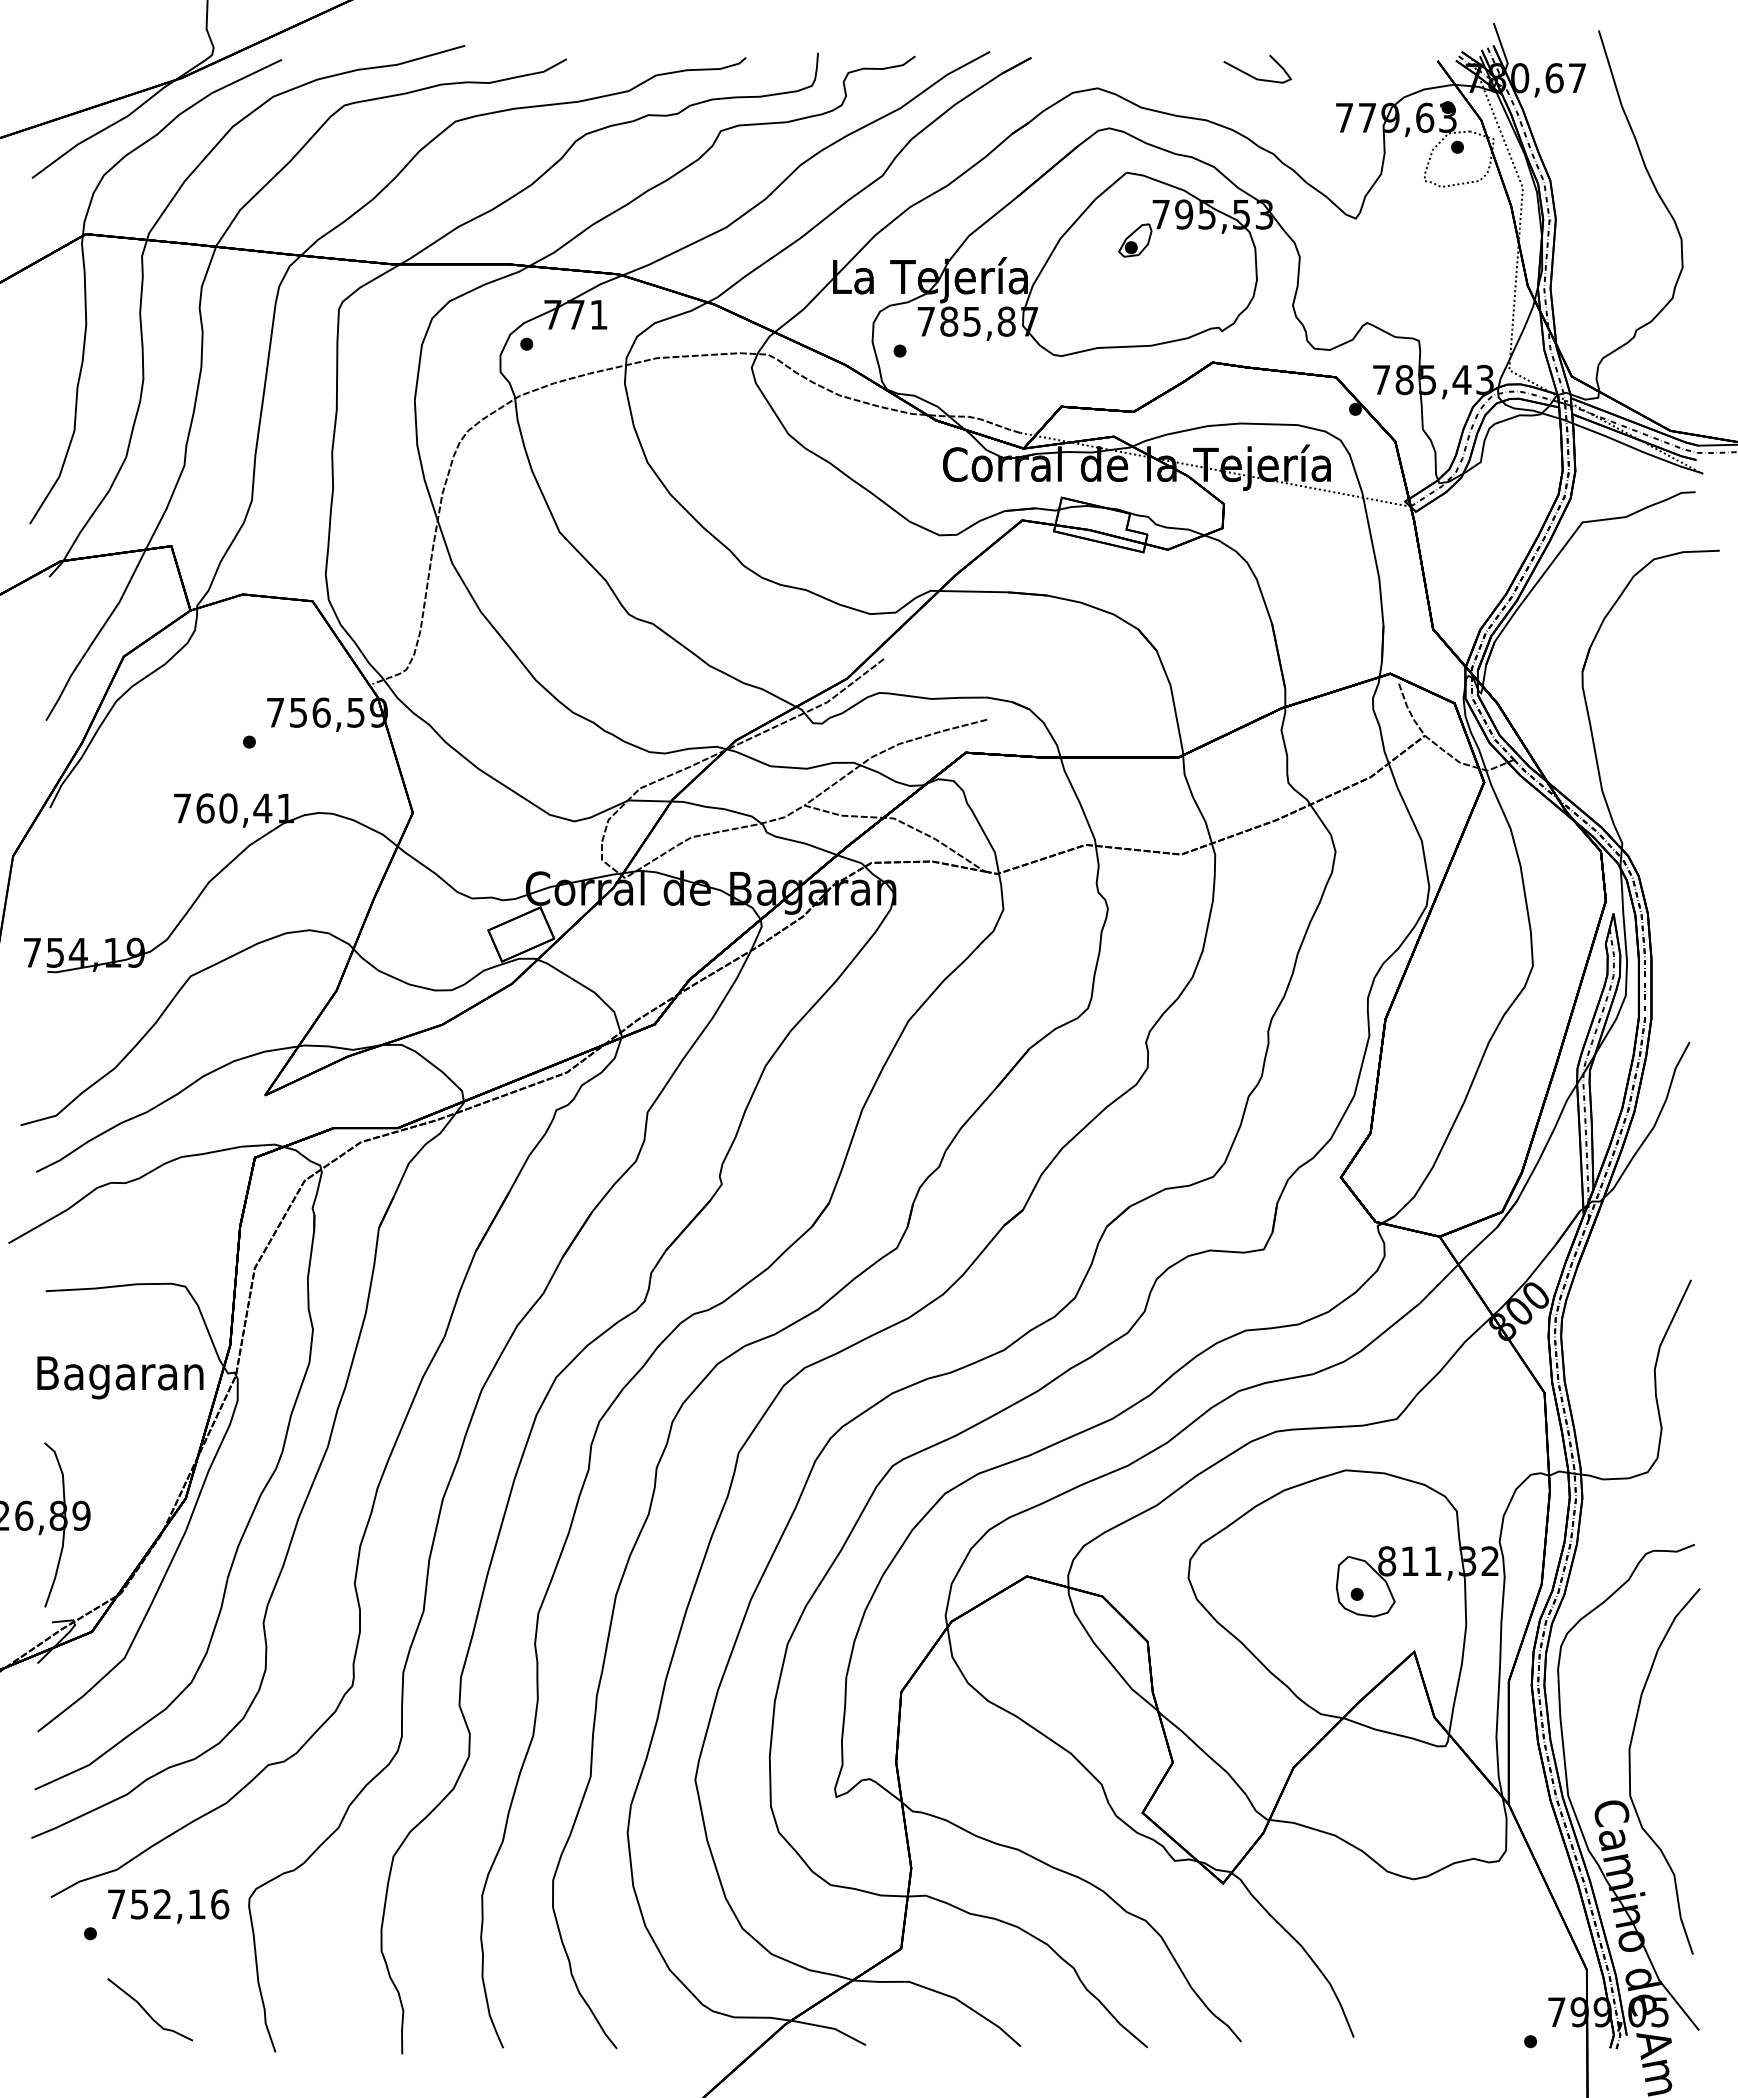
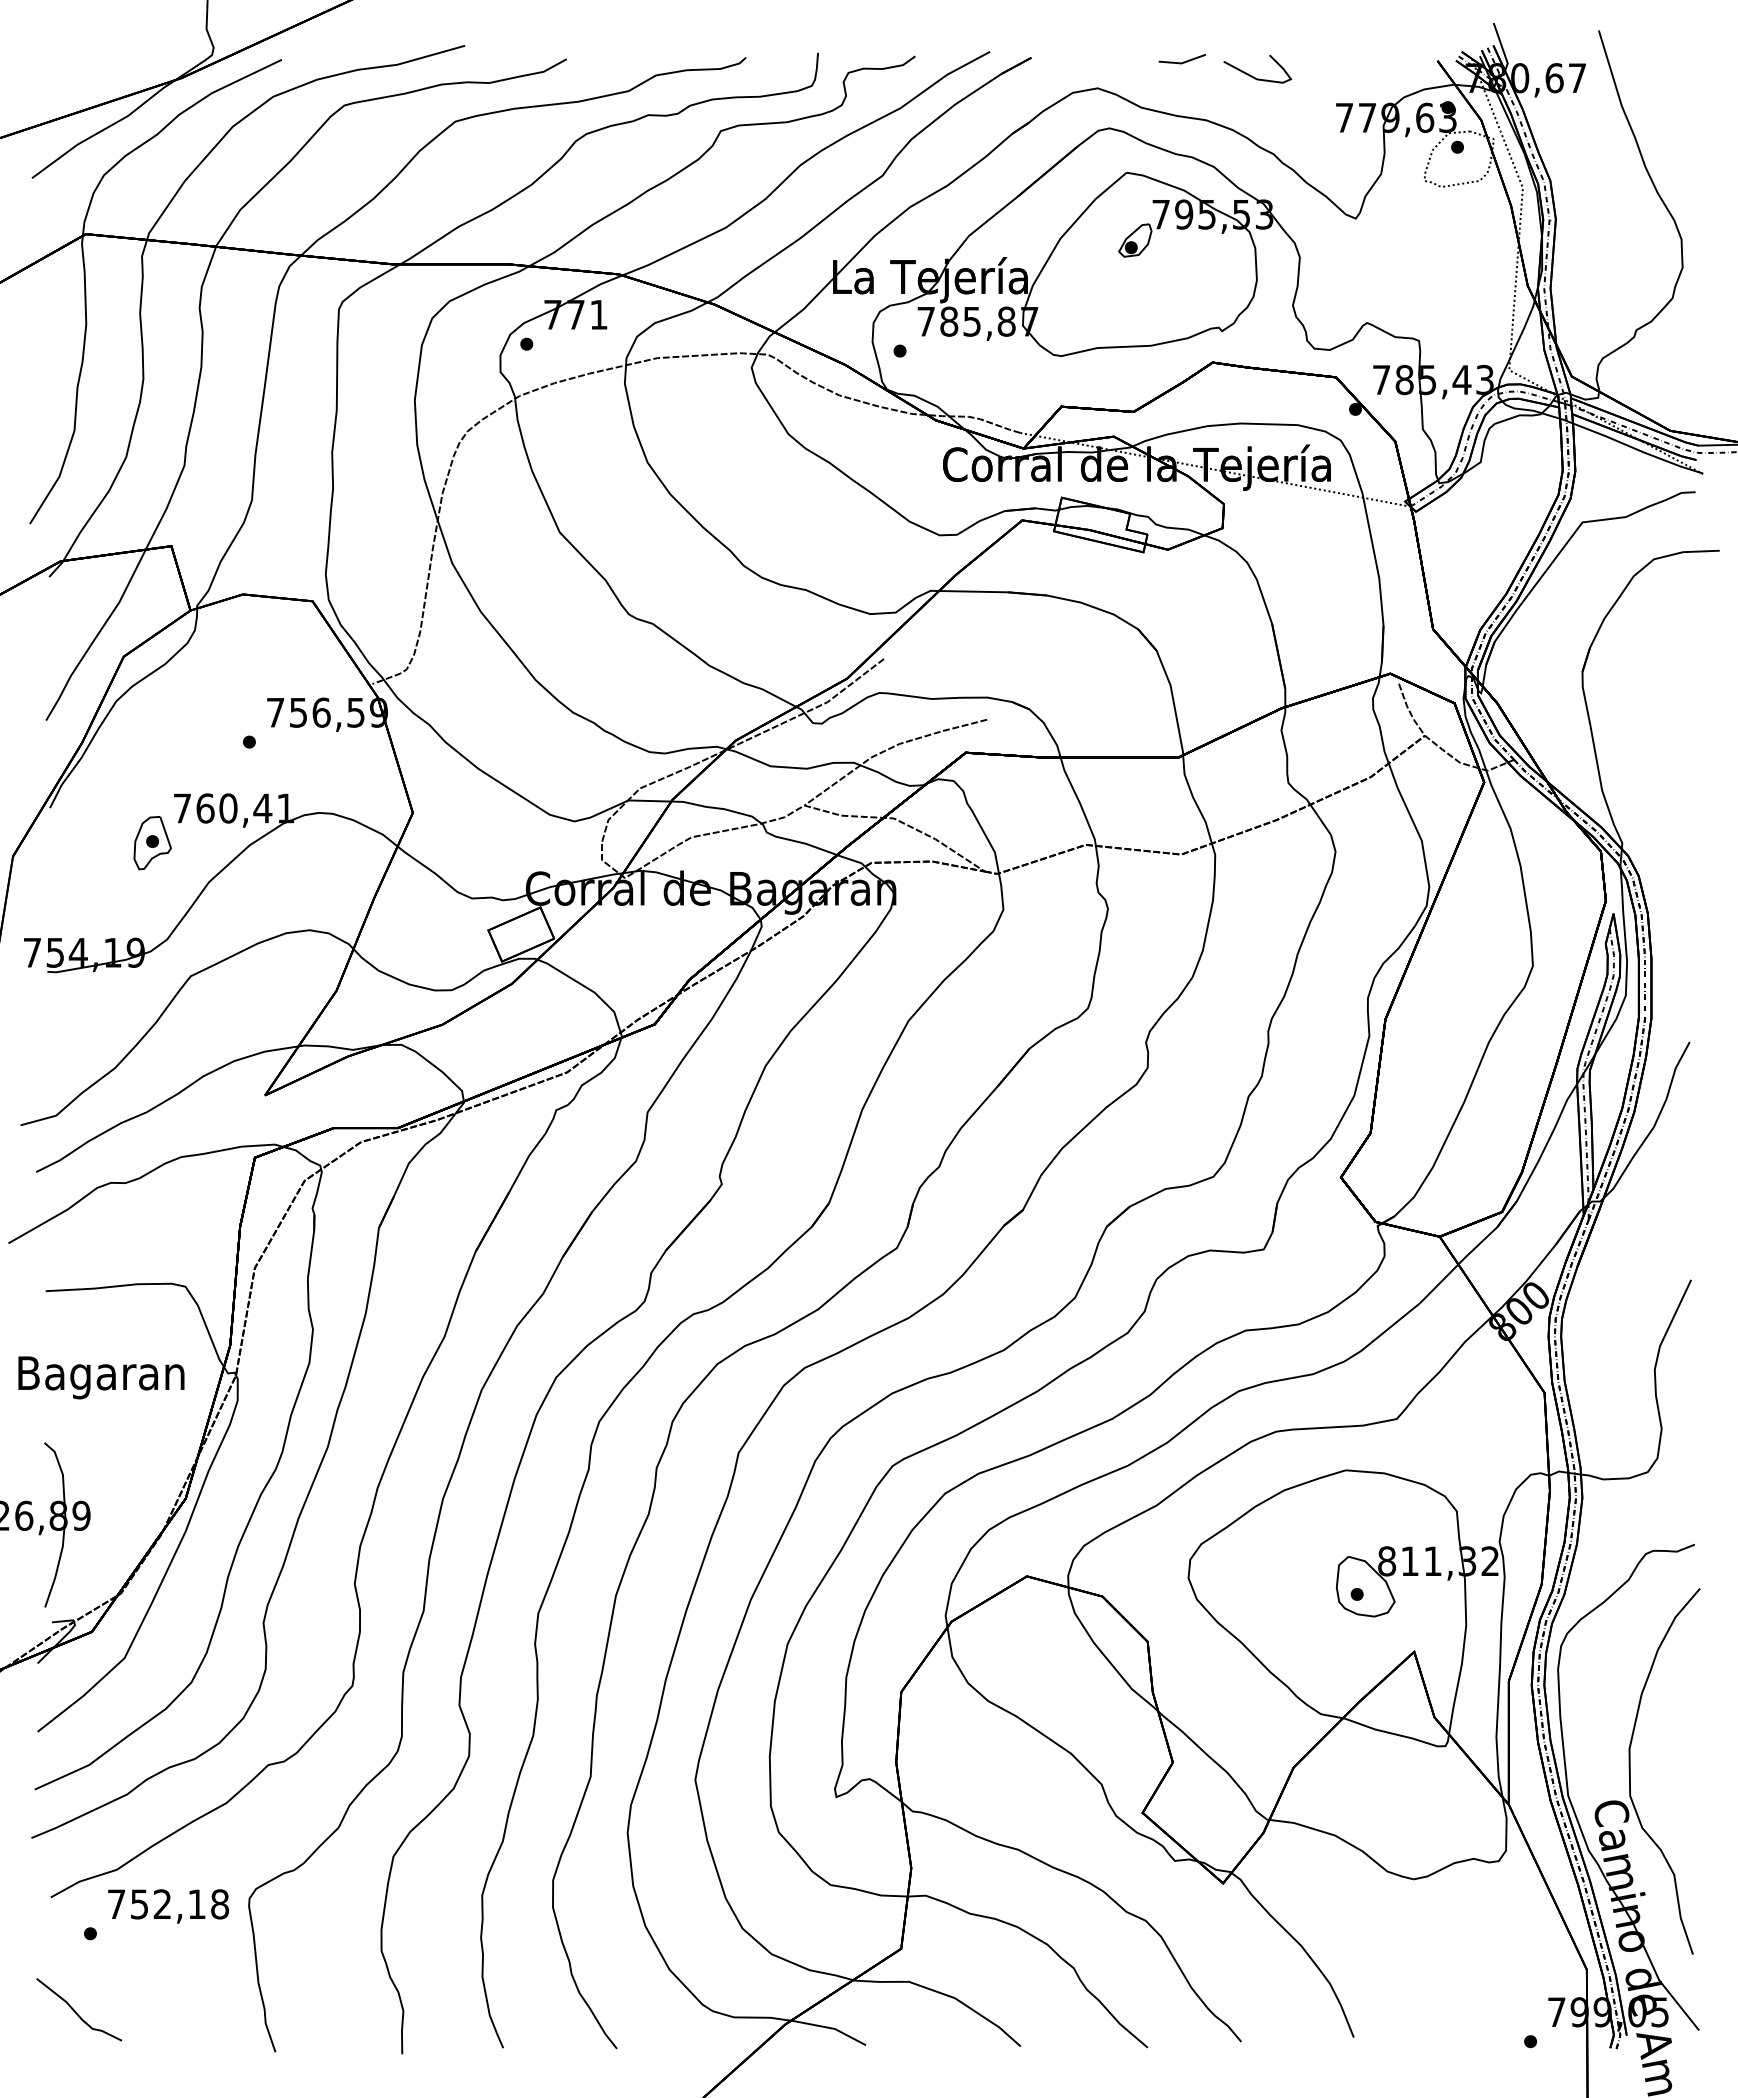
line at (1183, 61): none -> present
part at (152, 843): none -> present
text at (120, 1377) position: (120, 1377) -> (101, 1377)
text at (220, 1904): 752,16 -> 752,18
curve at (147, 2011) position: (147, 2011) -> (76, 2011)
